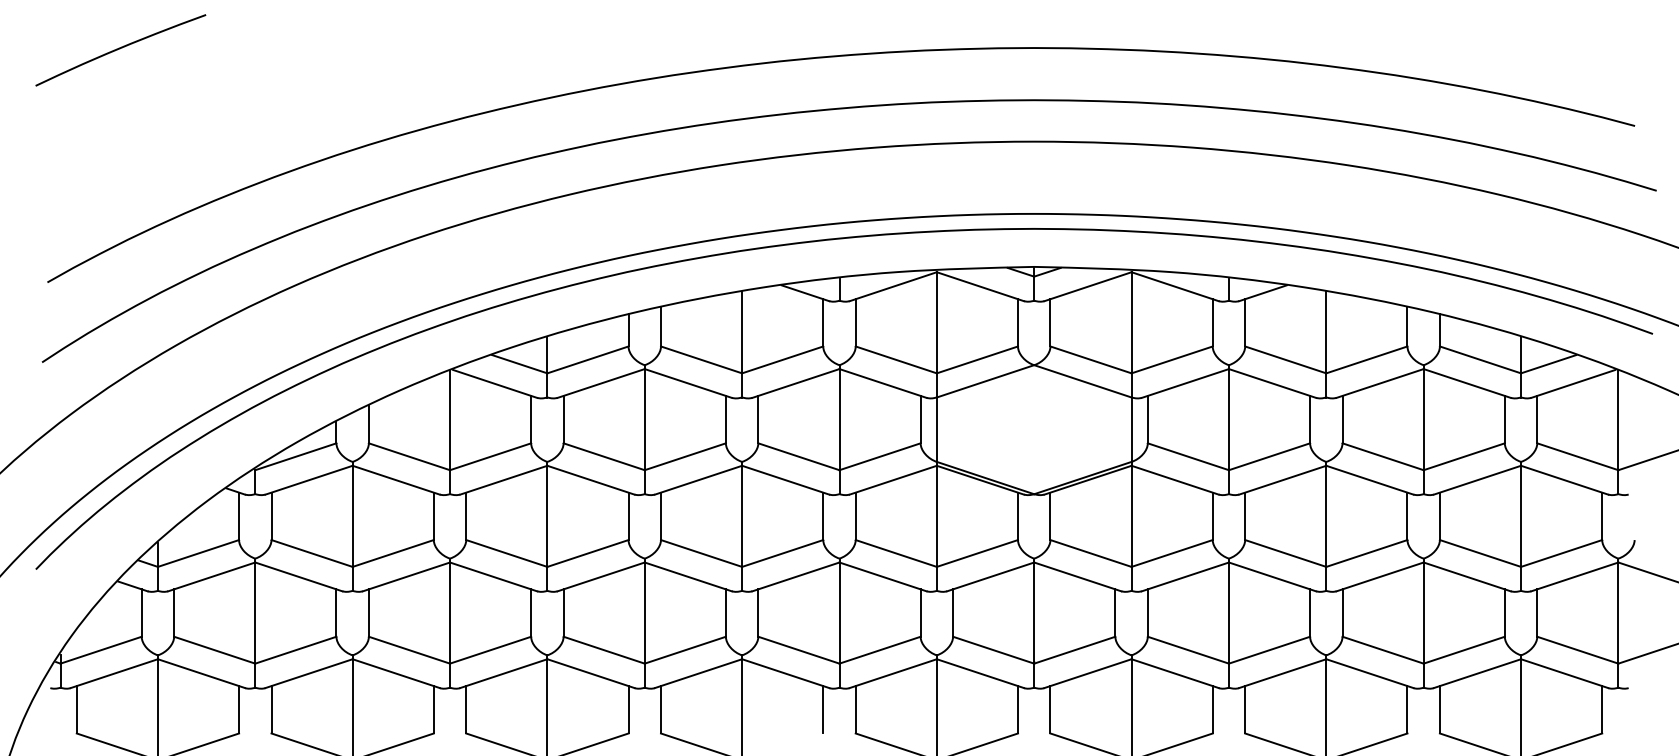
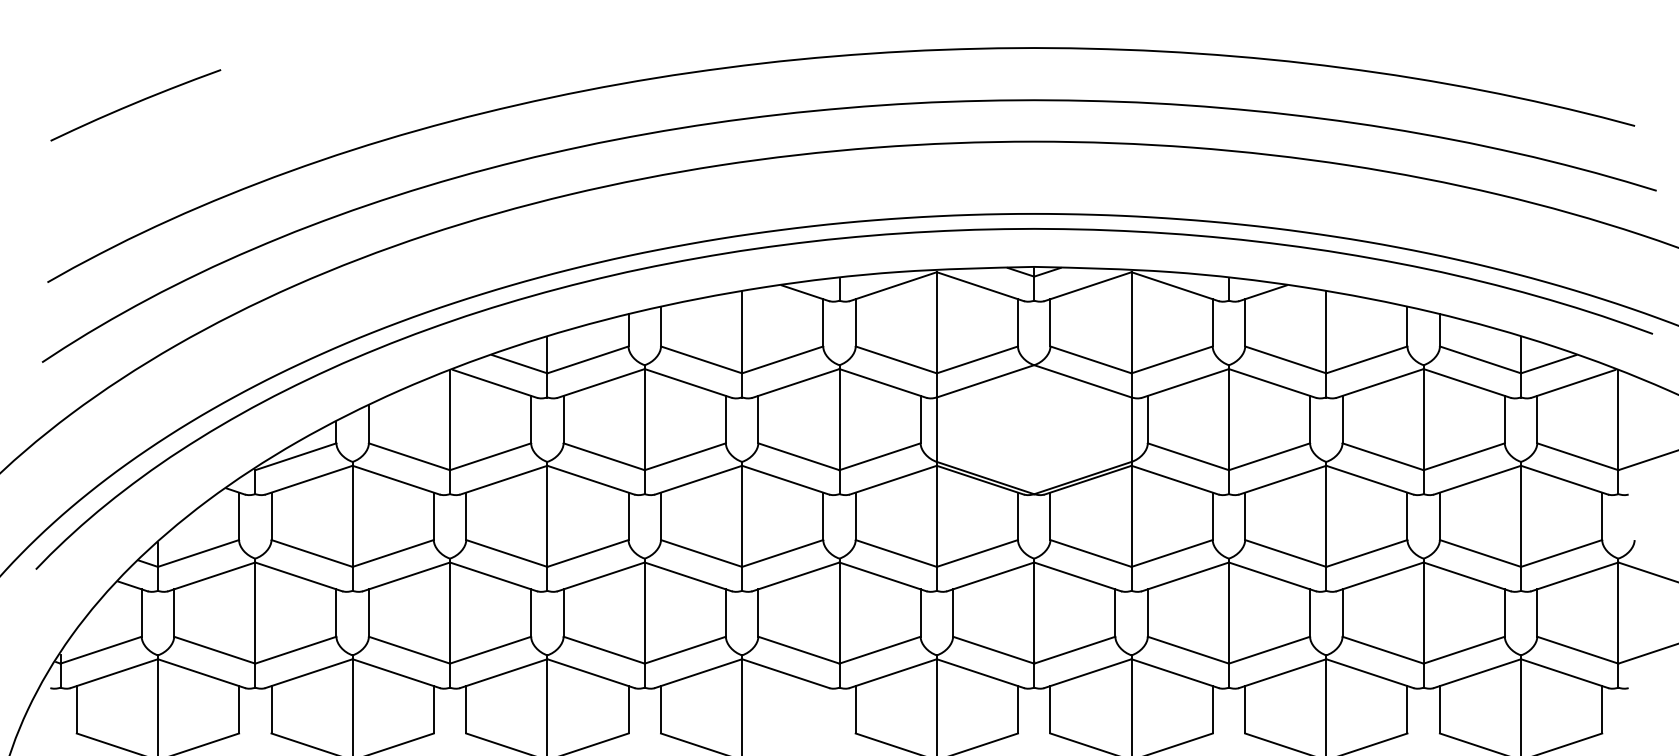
curve at (120, 49) position: (120, 49) -> (135, 104)
line at (823, 709): present -> none
